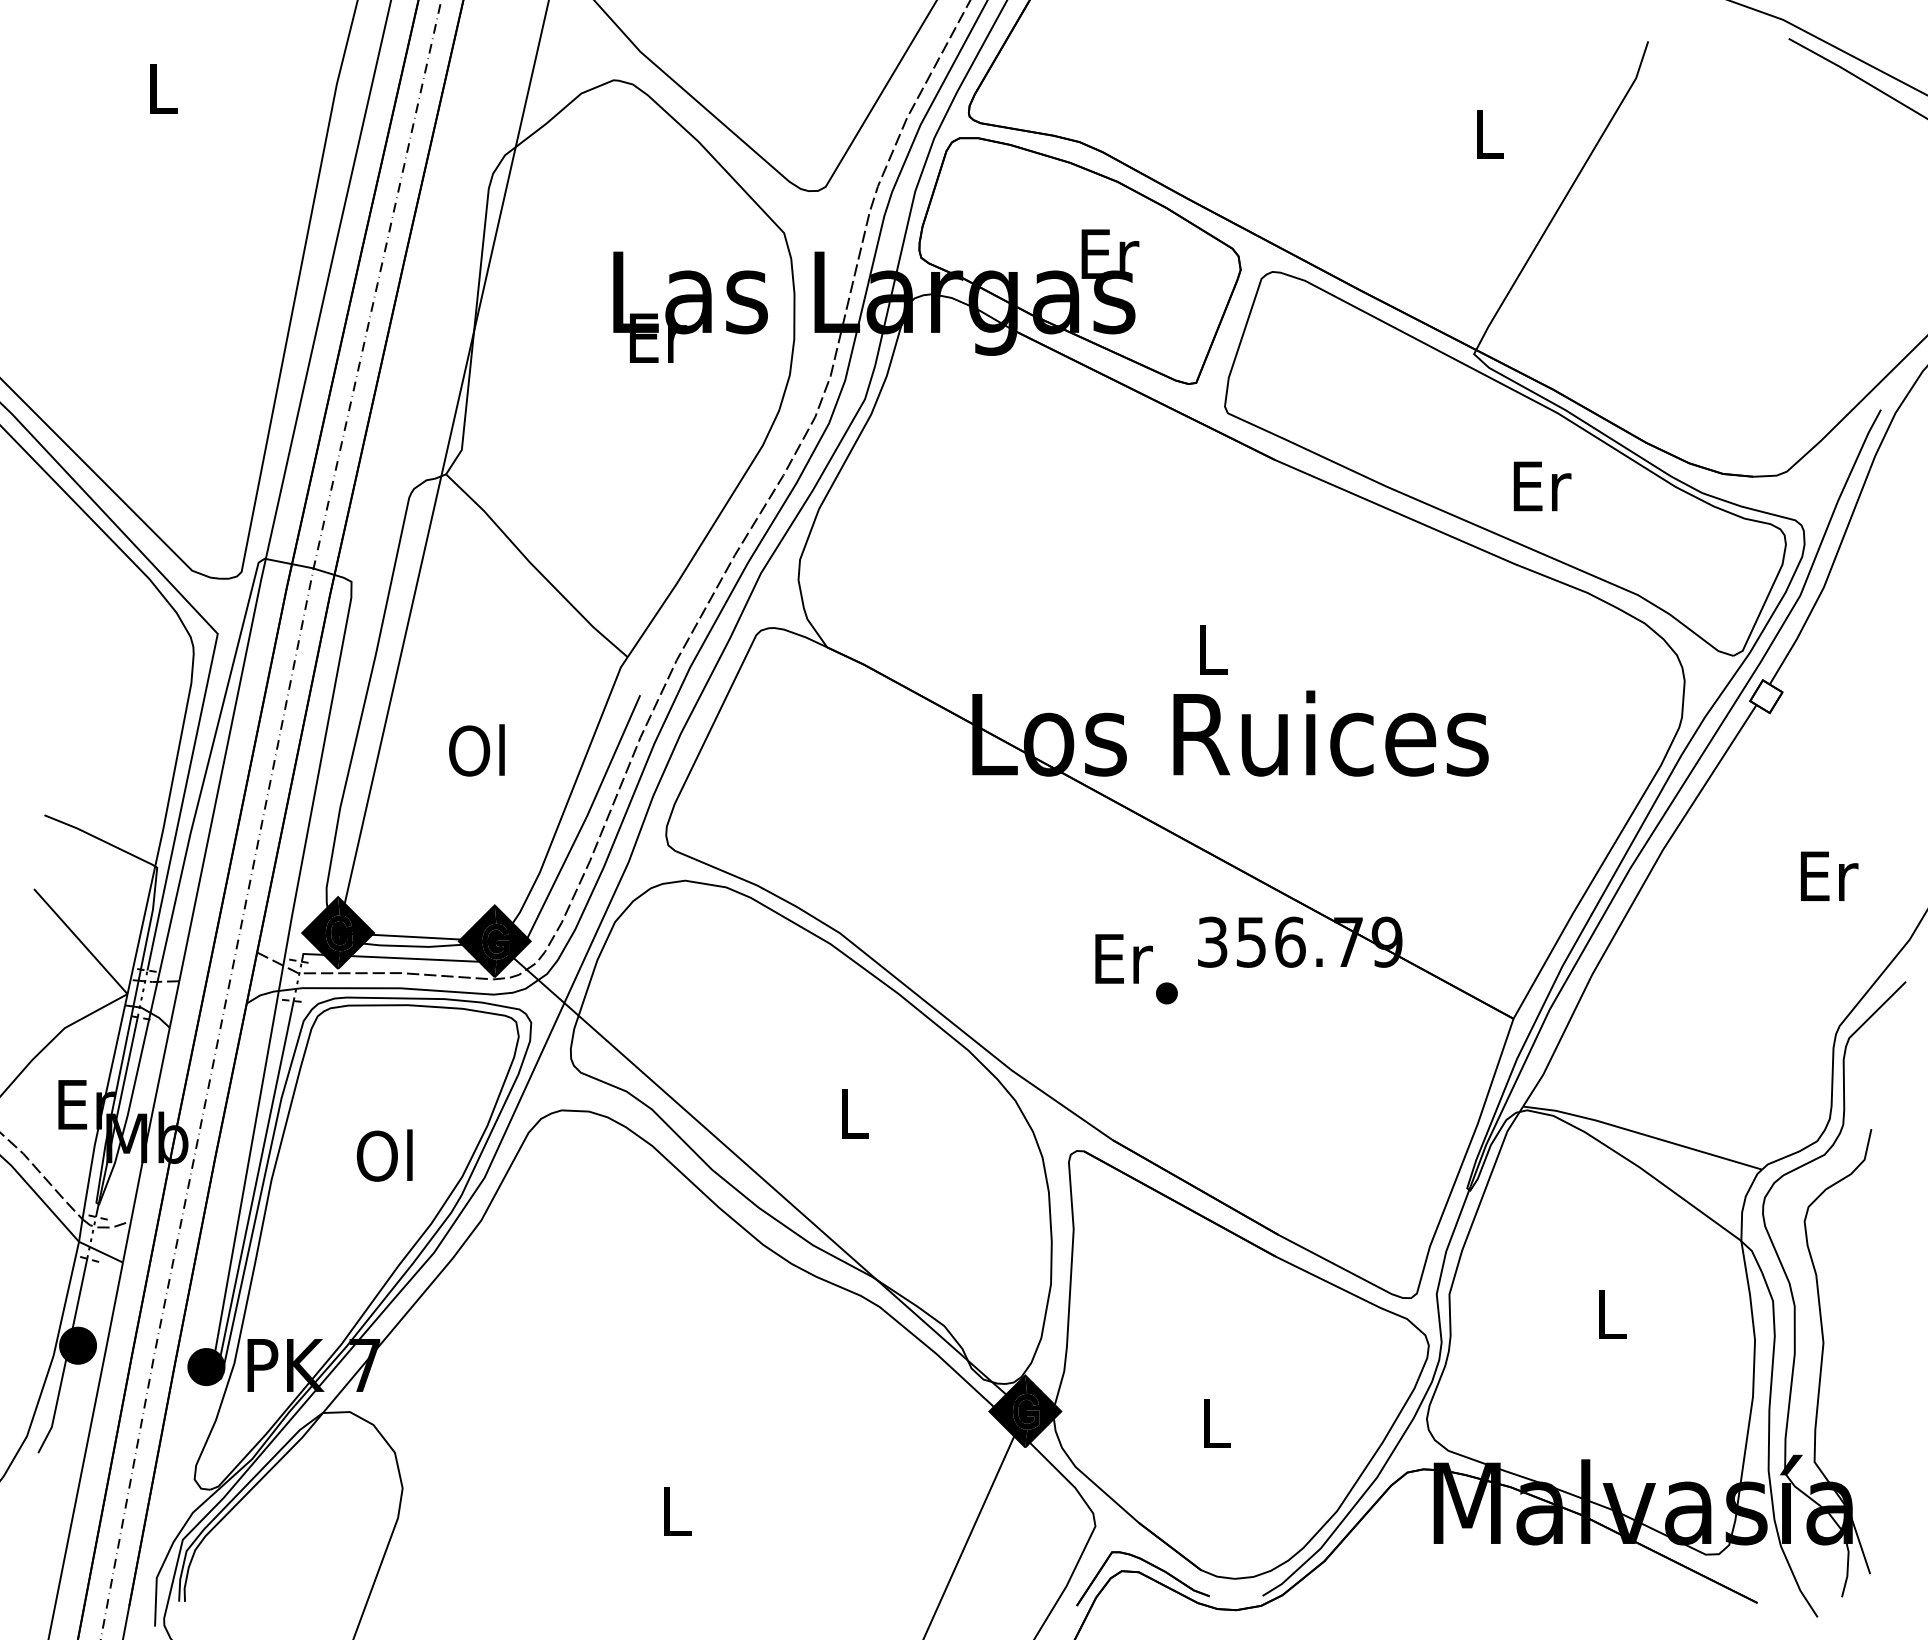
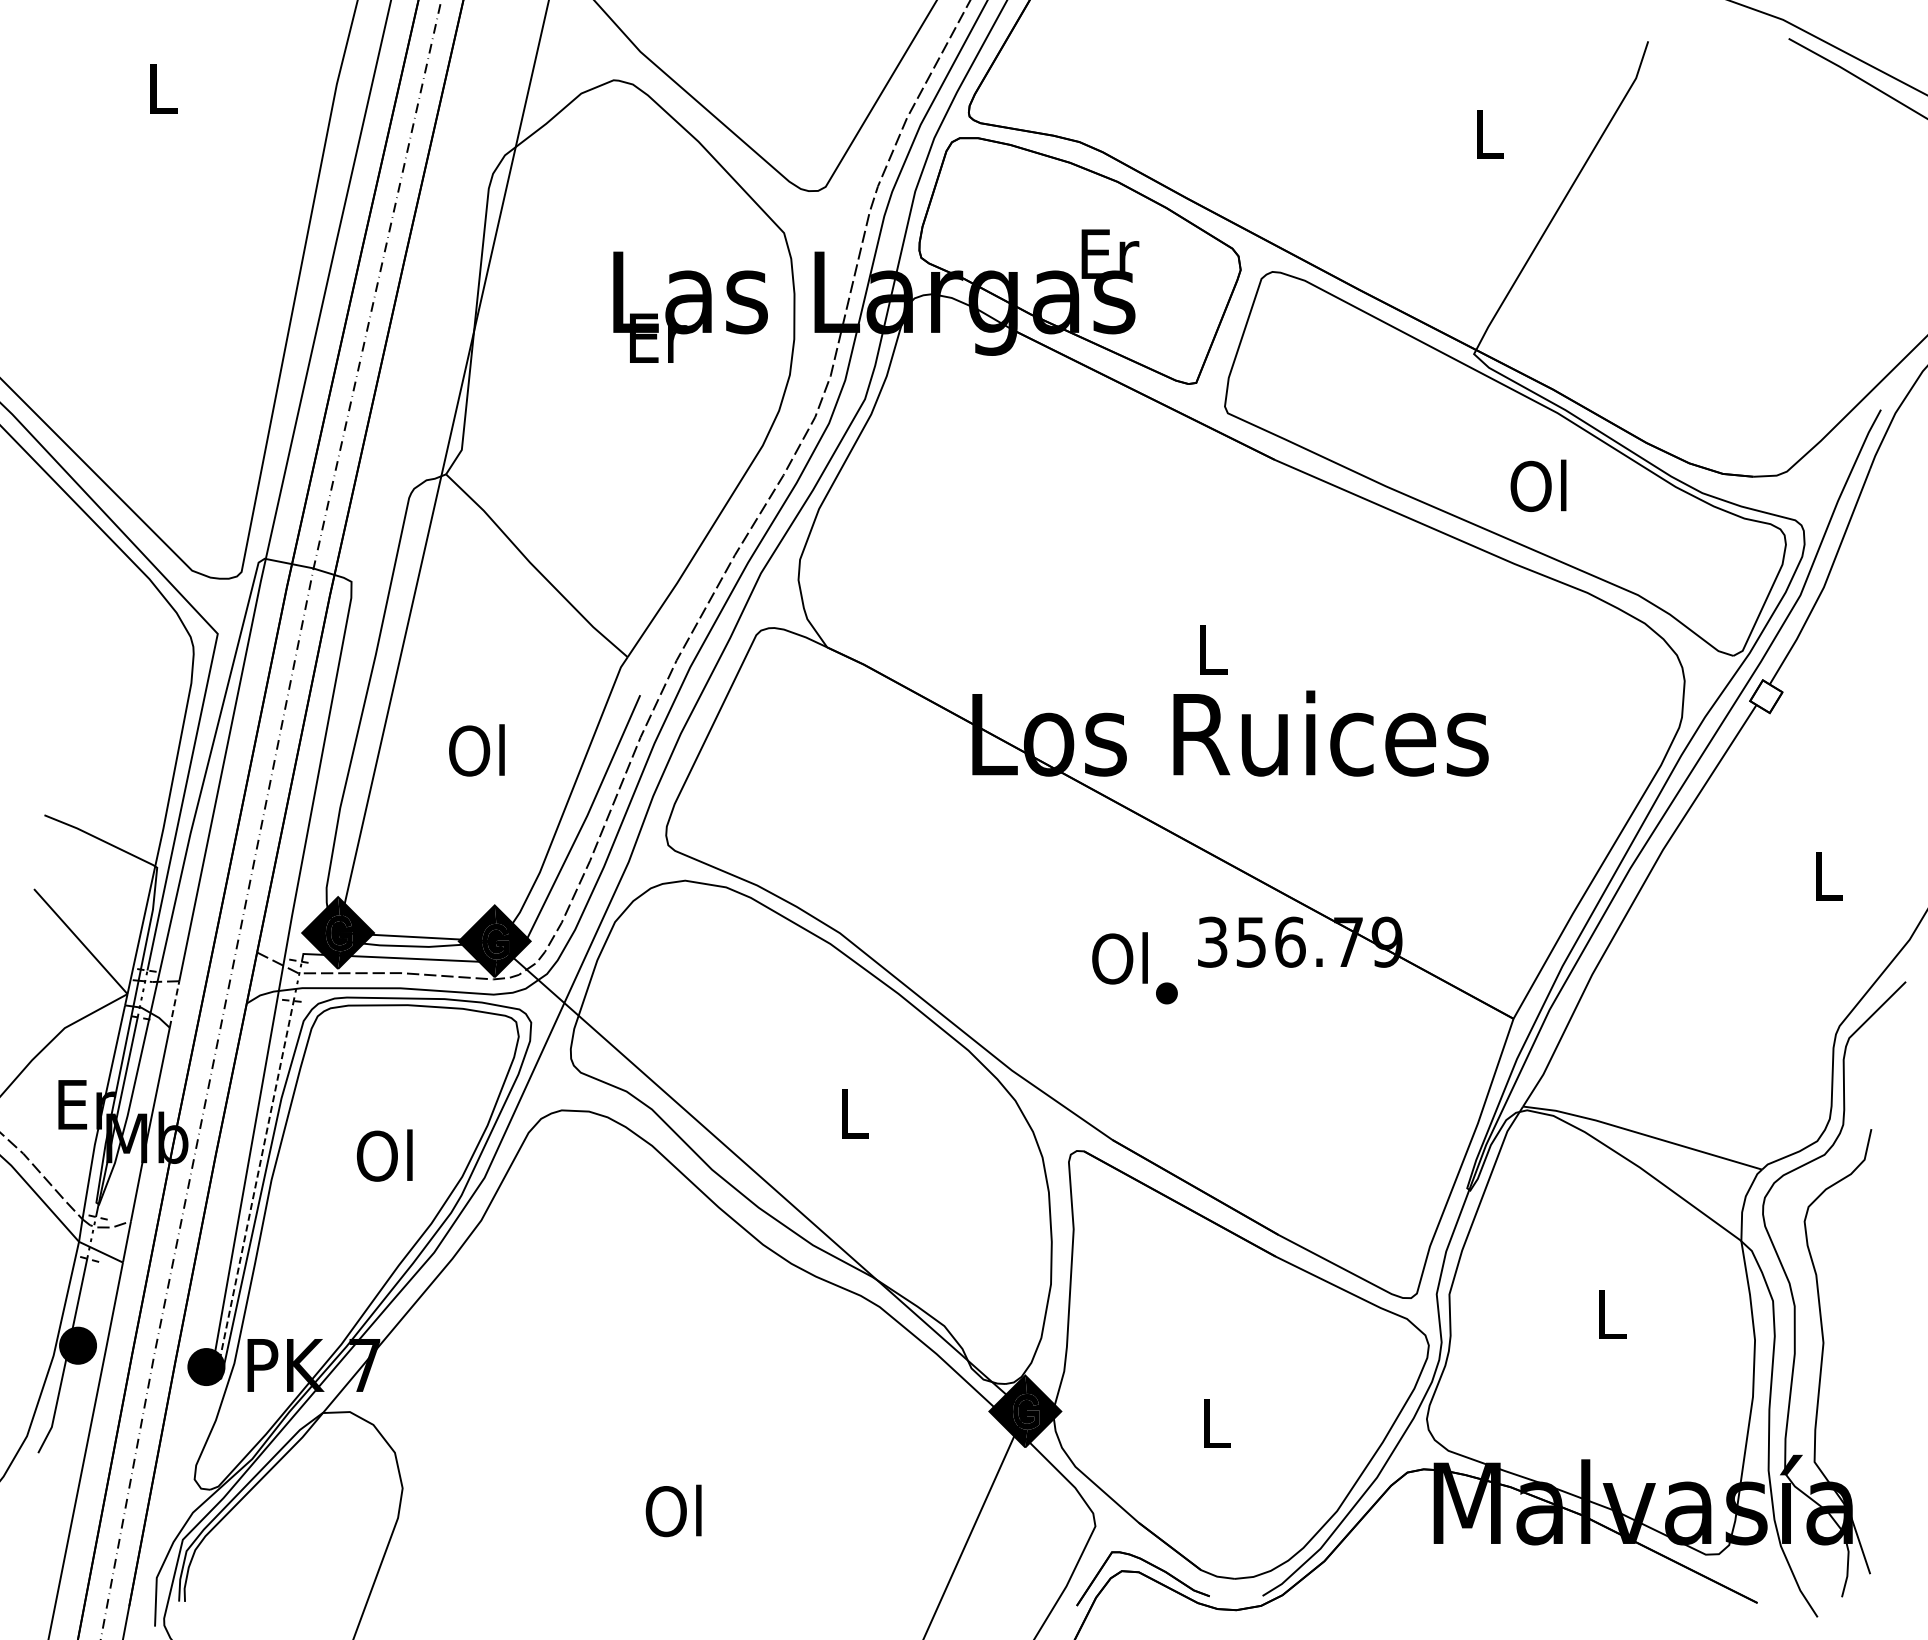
text at (1540, 485): Er -> Ol
text at (1829, 875): Er -> L
text at (1122, 958): Er -> Ol
line at (174, 1004): solid -> dashed
line at (255, 1185): solid -> dashed
text at (673, 1510): L -> Ol
